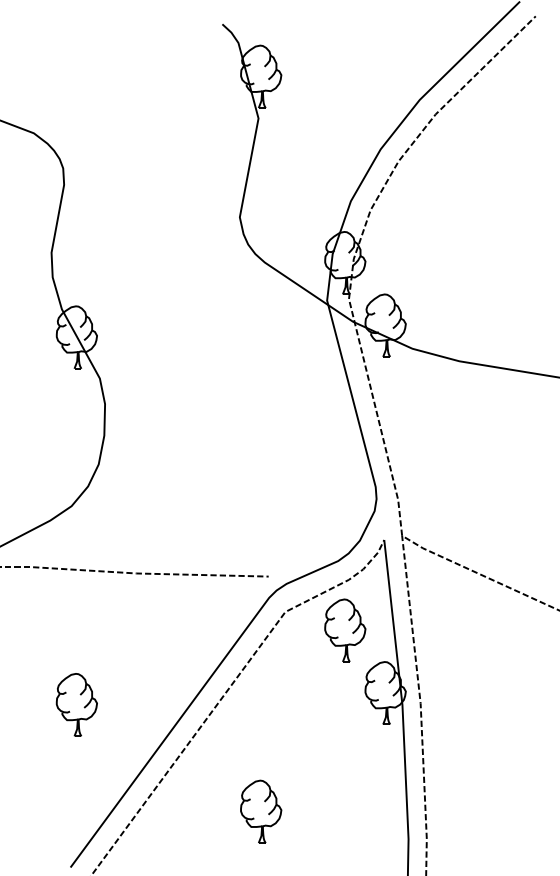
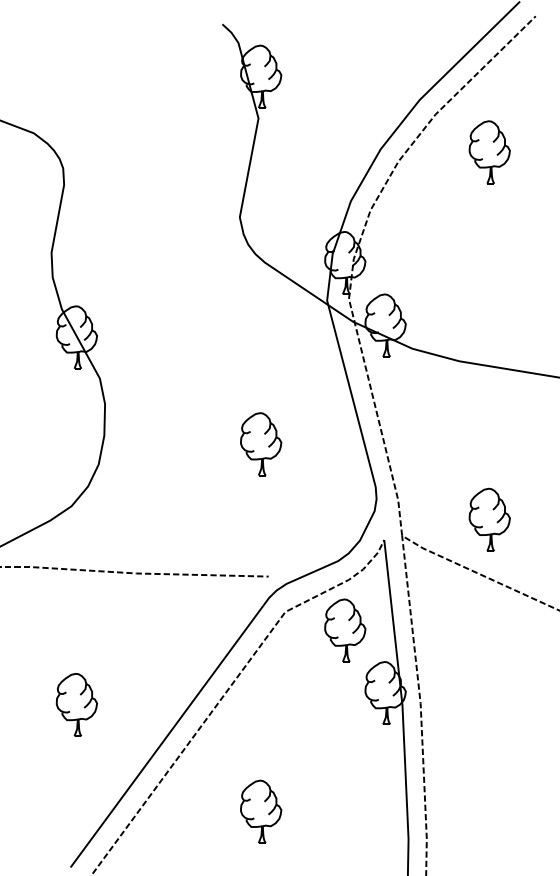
part at (489, 152): none -> present
part at (261, 444): none -> present
part at (489, 519): none -> present
